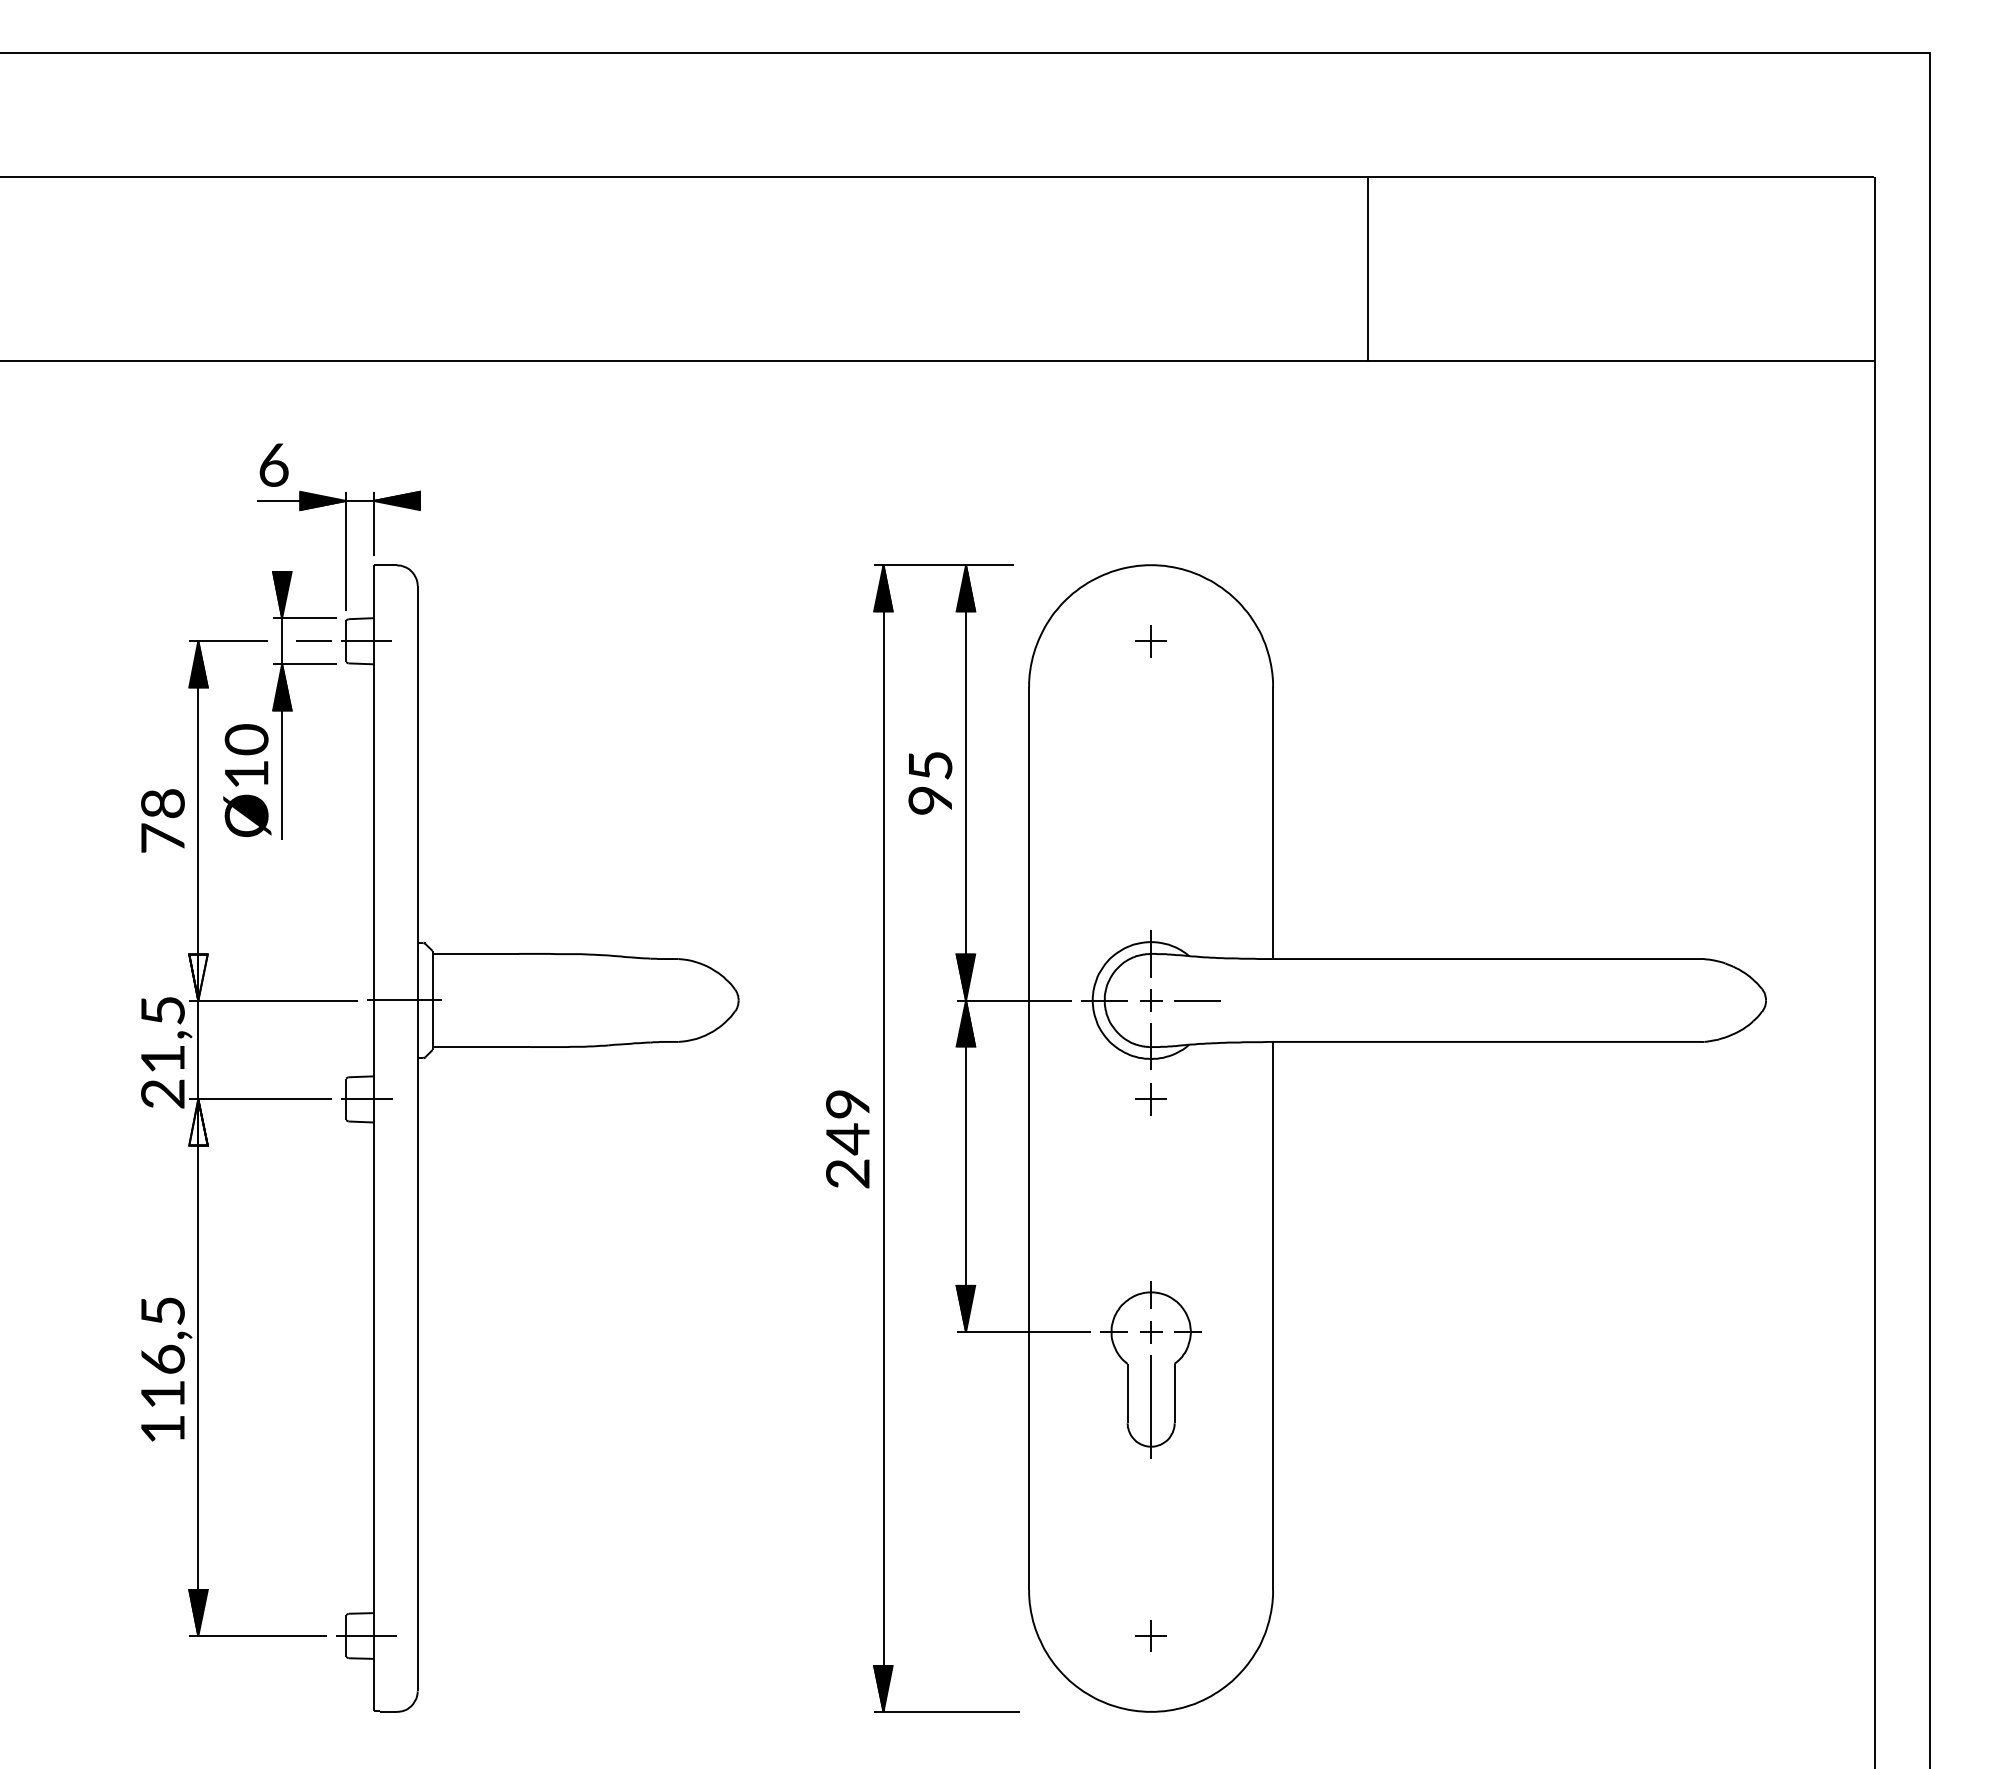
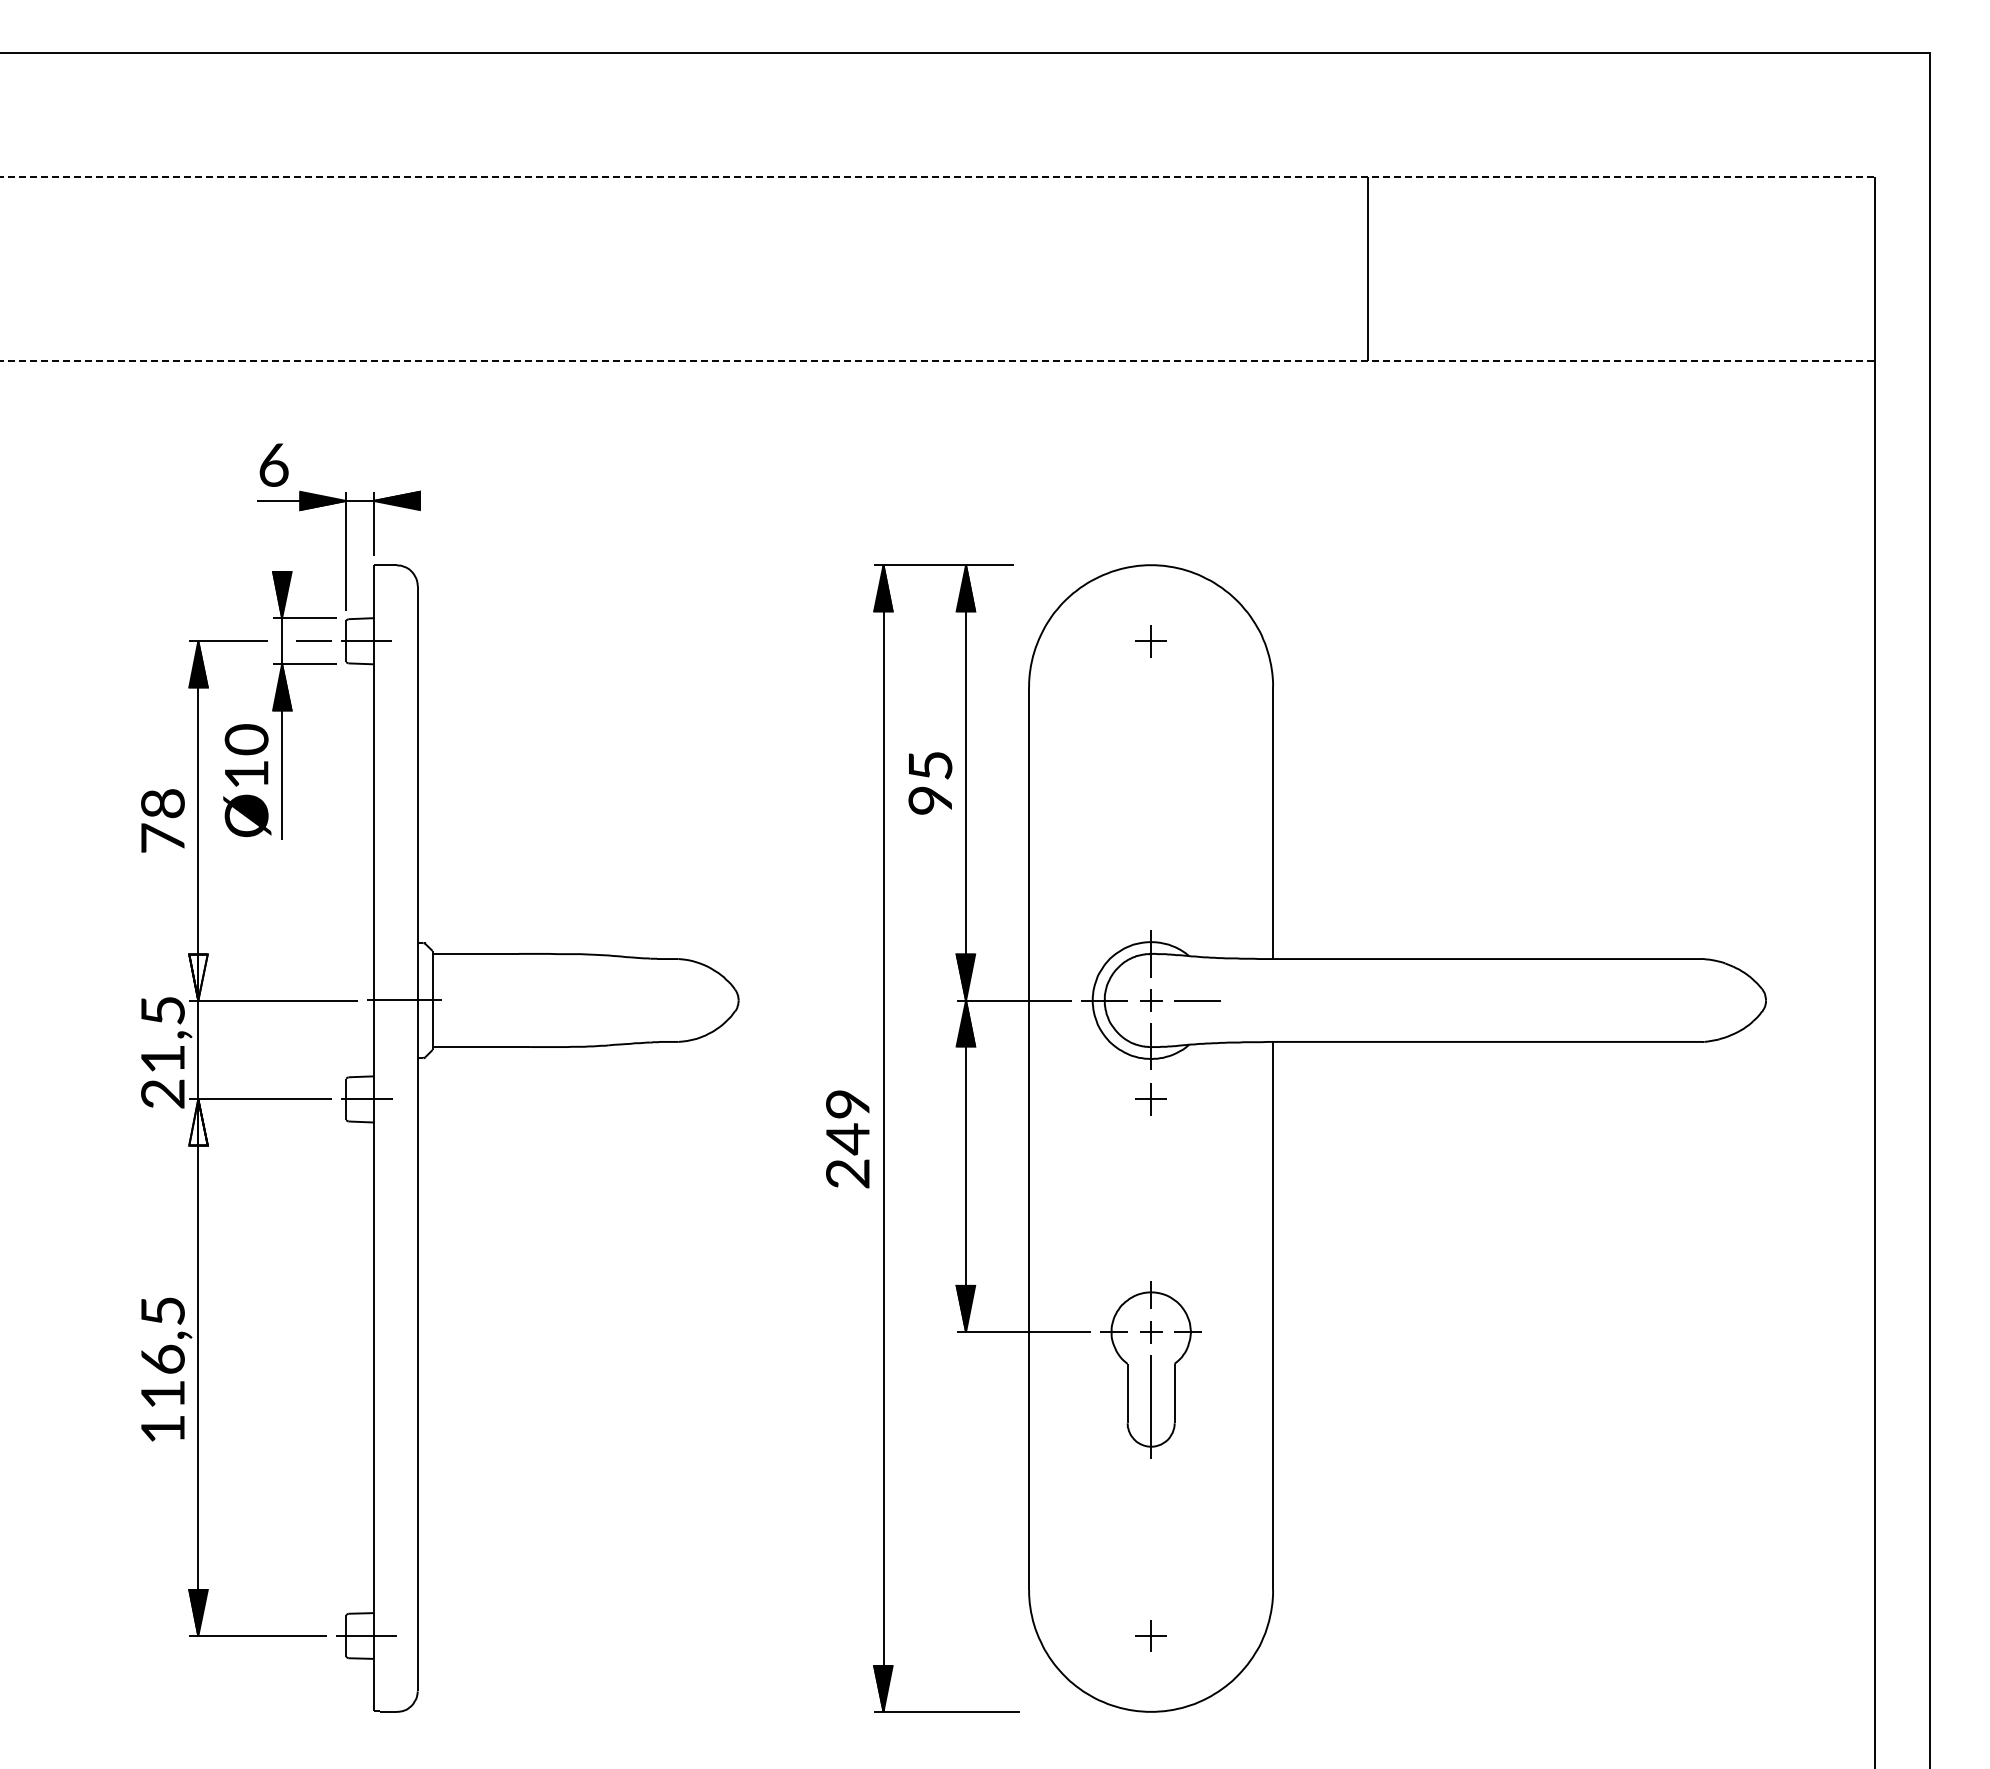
line at (937, 177): solid -> dashed
line at (937, 361): solid -> dashed
